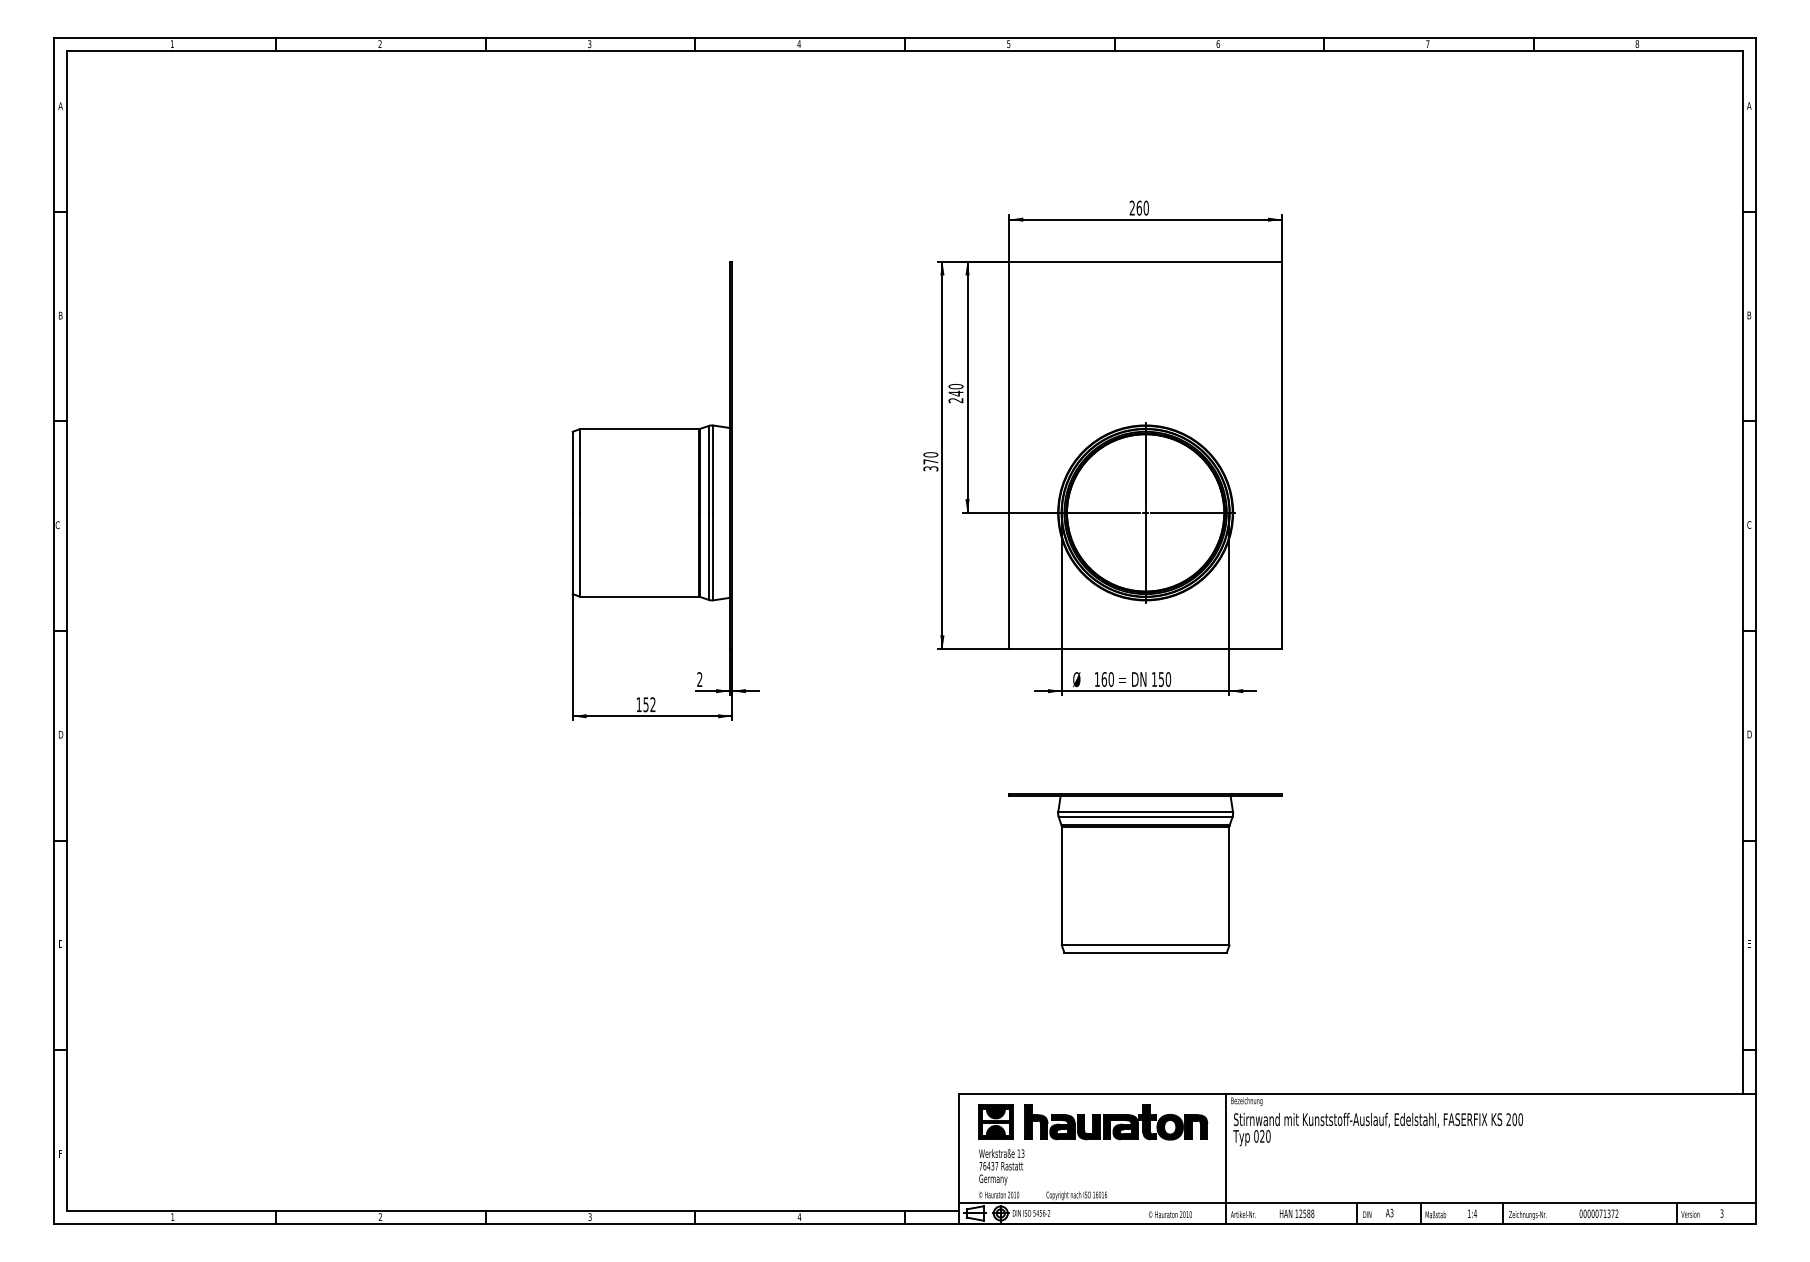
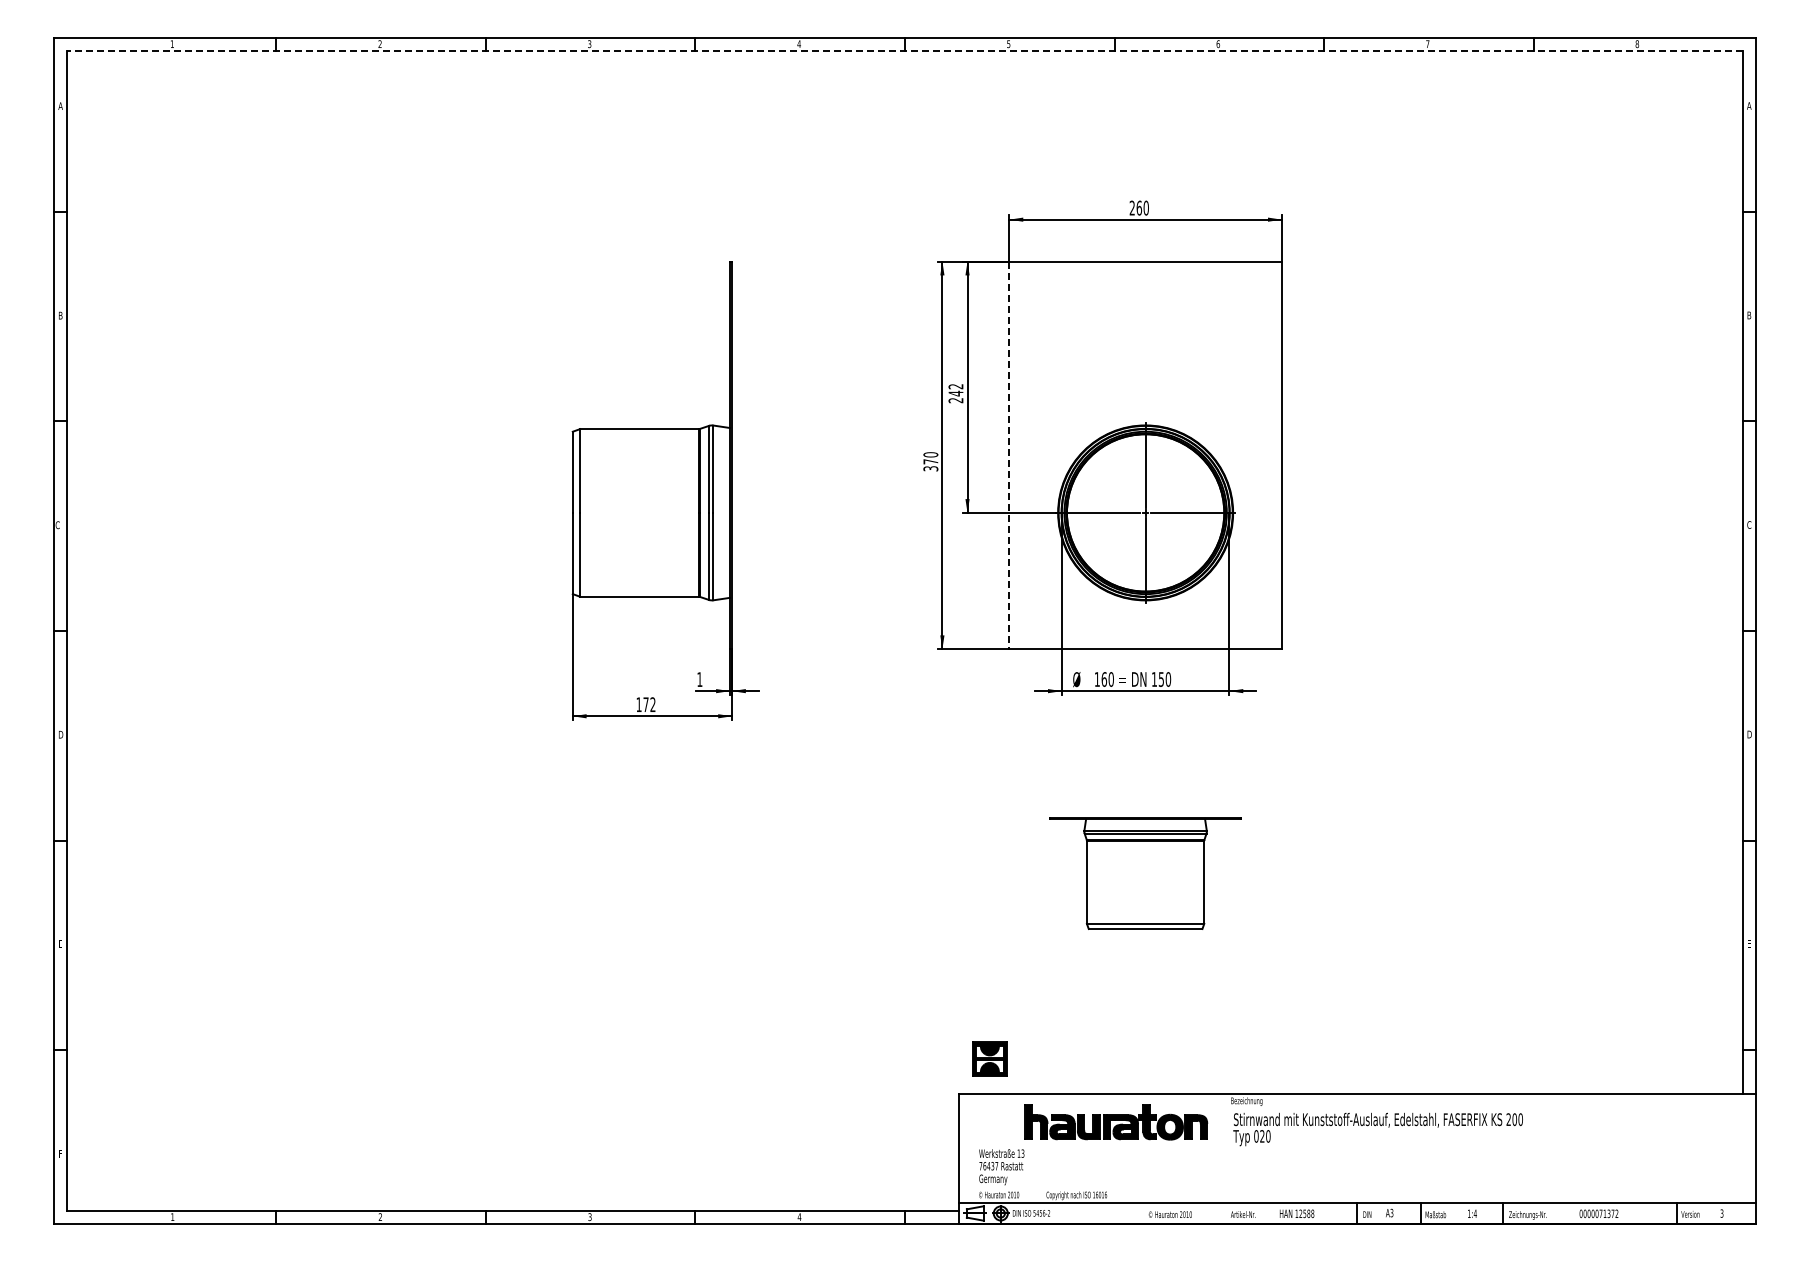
line at (904, 50): solid -> dashed
text at (955, 386): 240 -> 242
line at (1009, 455): solid -> dashed
text at (699, 679): 2 -> 1
text at (645, 704): 152 -> 172
part at (1145, 873) size: 275x161 px -> 193x113 px
part at (995, 1121) position: (995, 1121) -> (989, 1058)
line at (1225, 1158): present -> none
